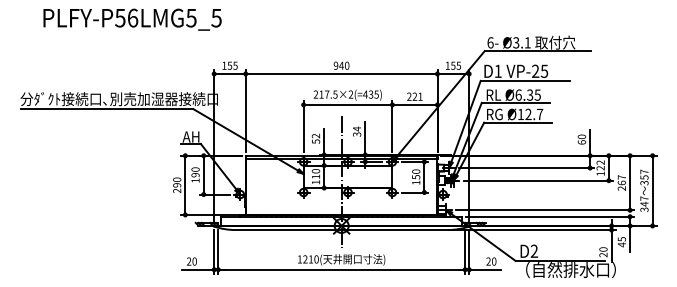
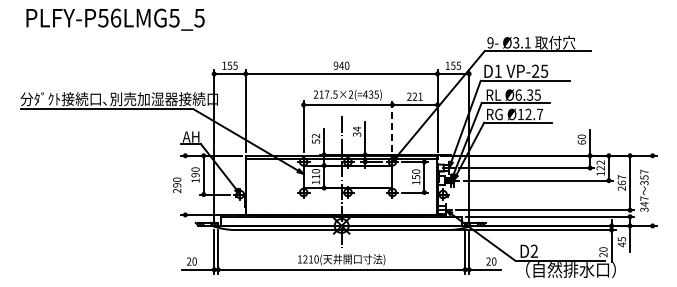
text at (132, 19) position: (132, 19) -> (115, 19)
text at (490, 42): 6- -> 9-
line at (392, 126): solid -> dashed
line at (185, 184): present -> none
line at (652, 190): present -> none
